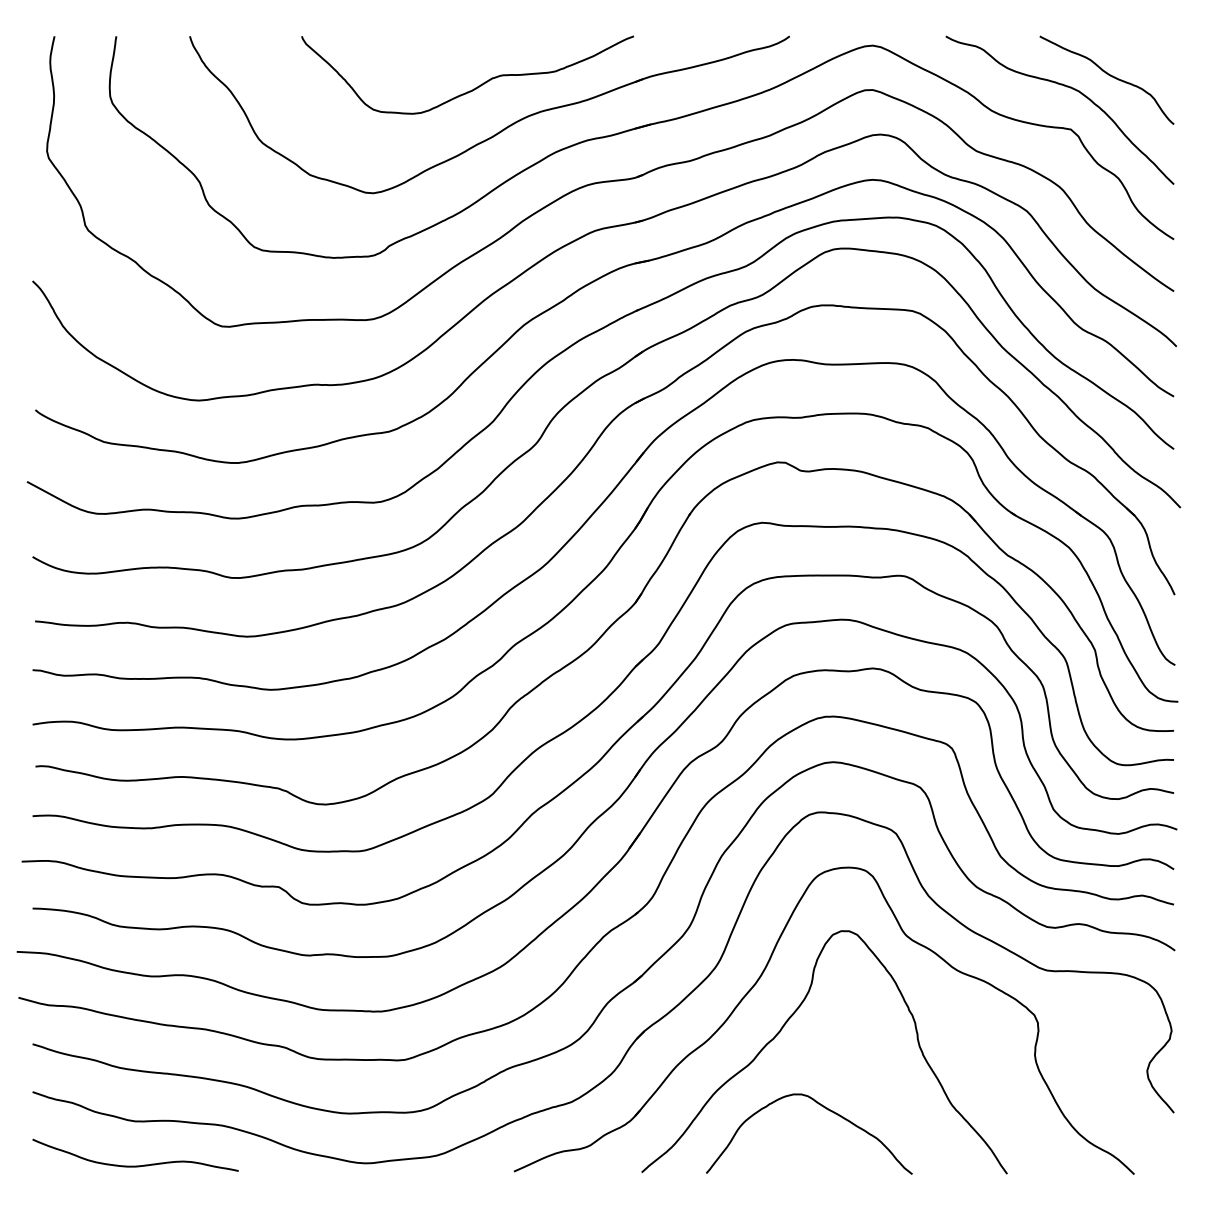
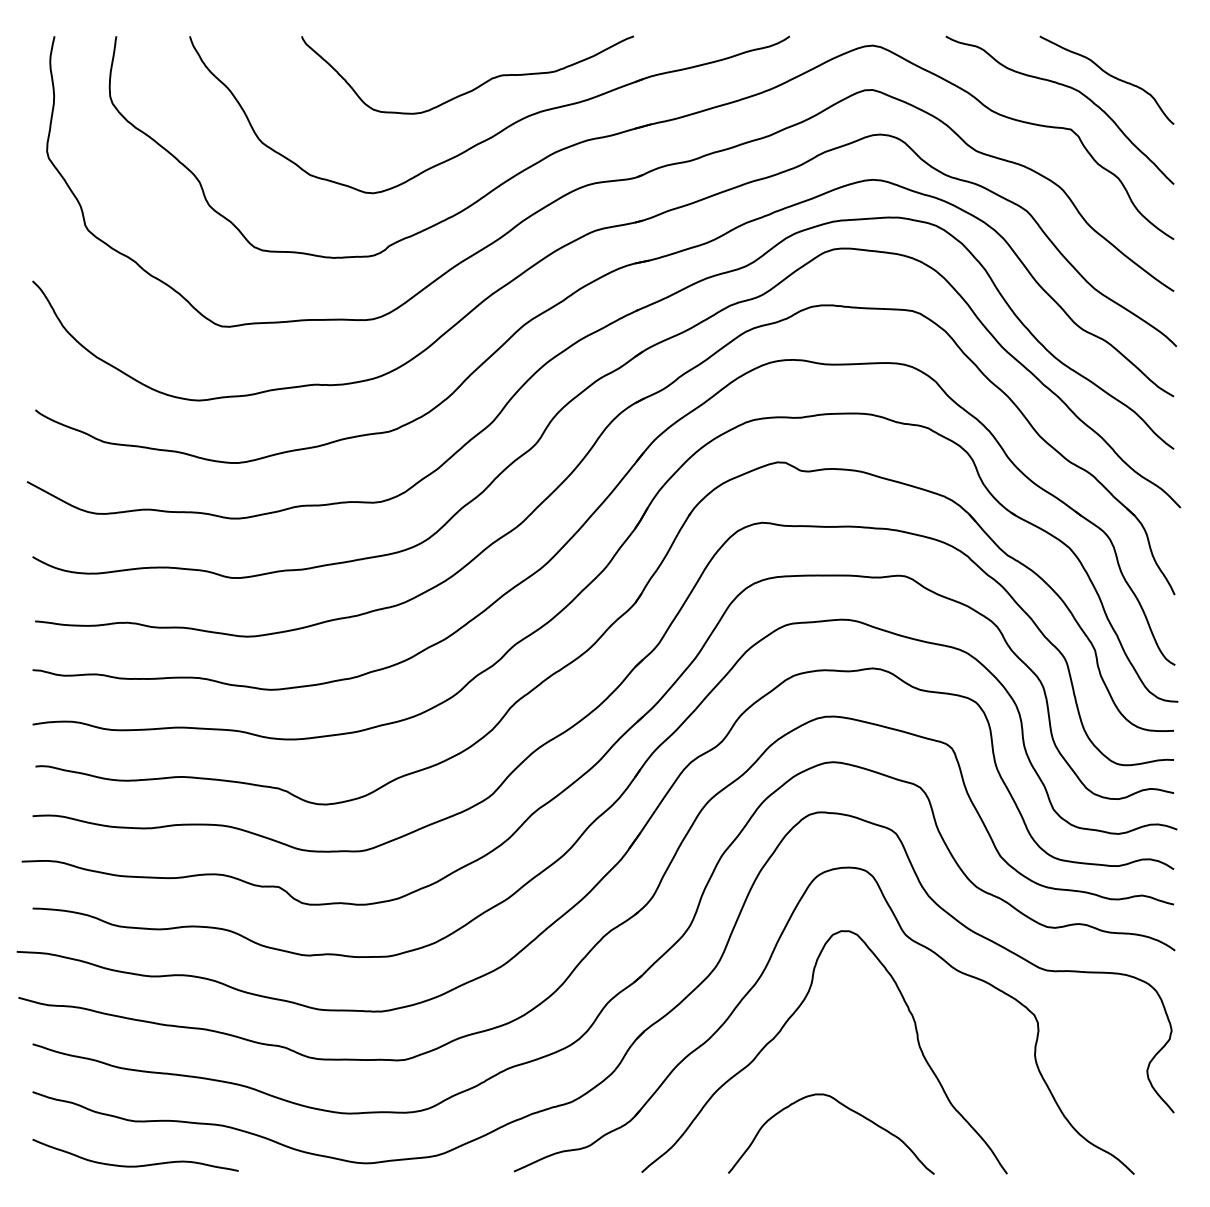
curve at (824, 1108) position: (824, 1108) -> (846, 1108)
